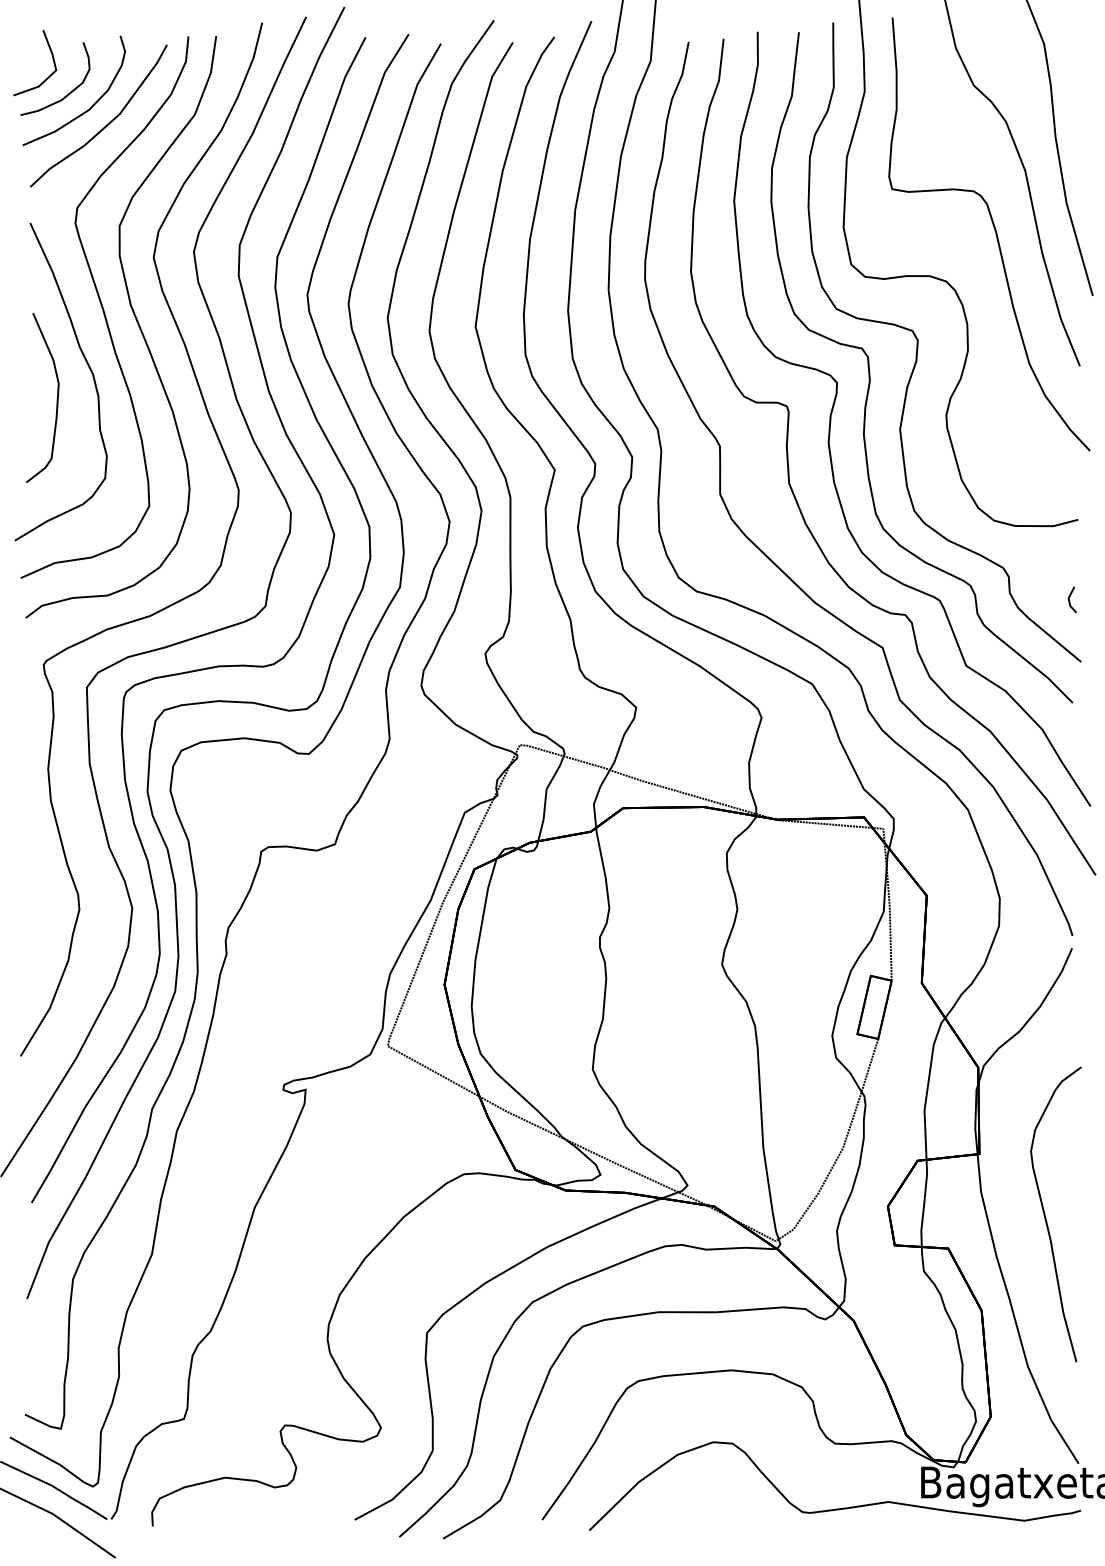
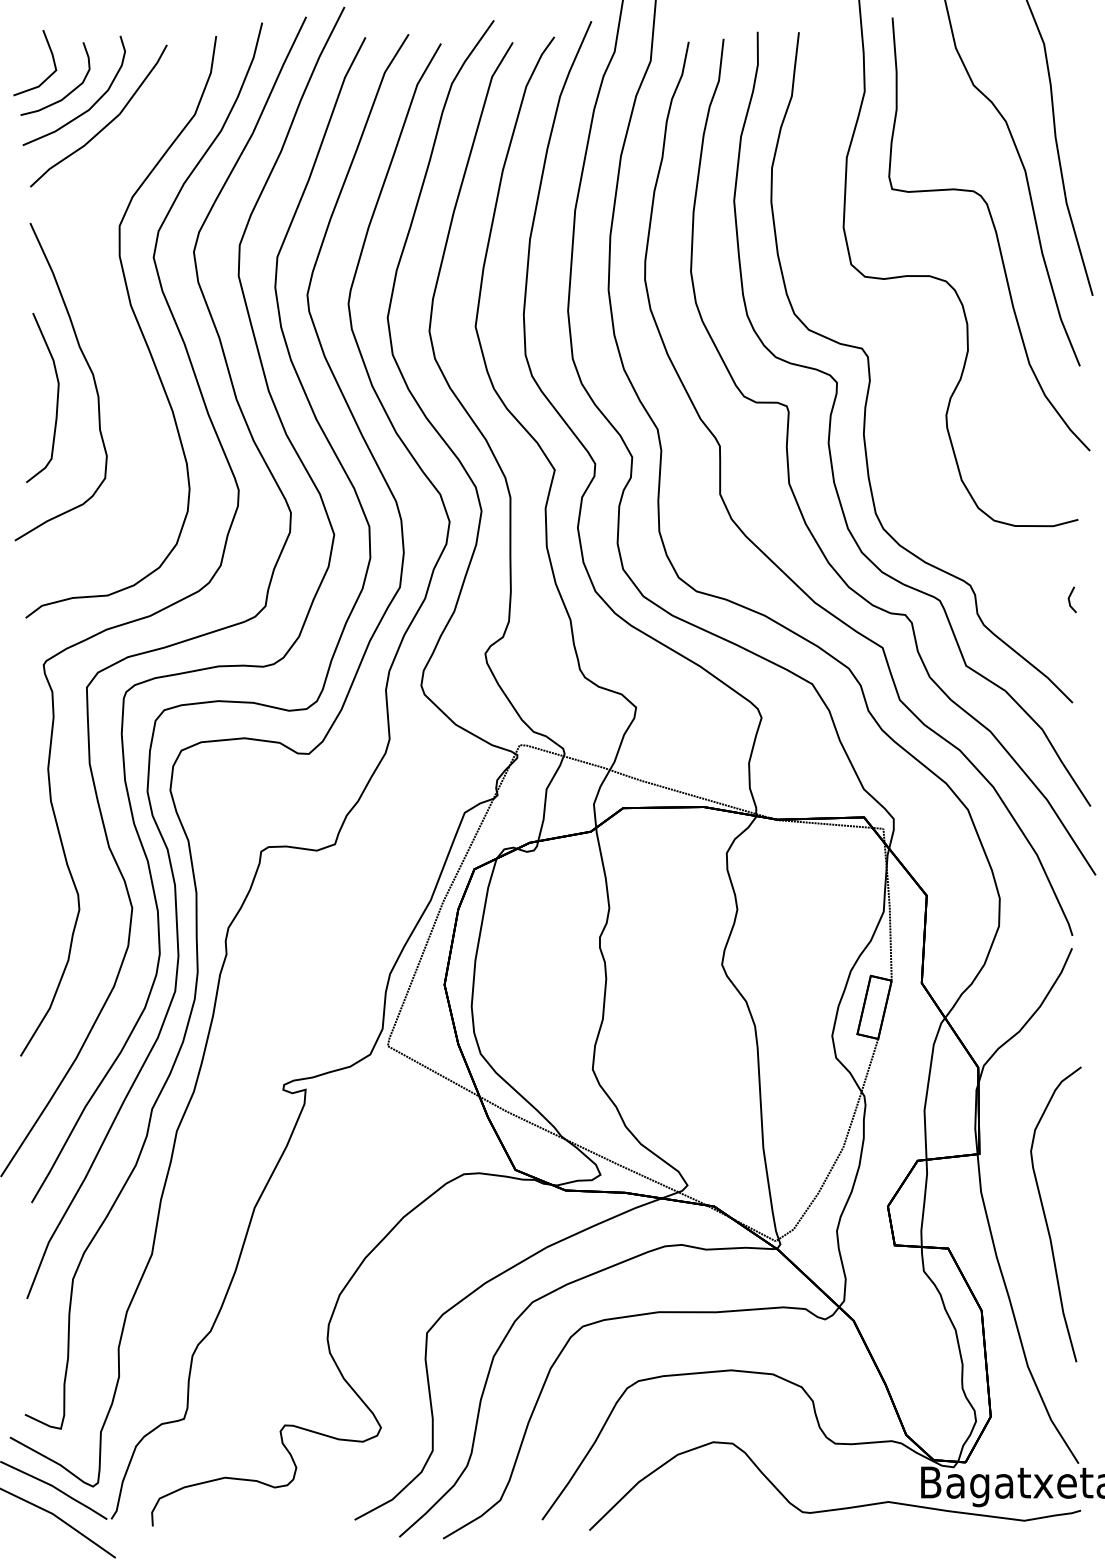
part at (104, 307): present -> none
part at (918, 342): present -> none
